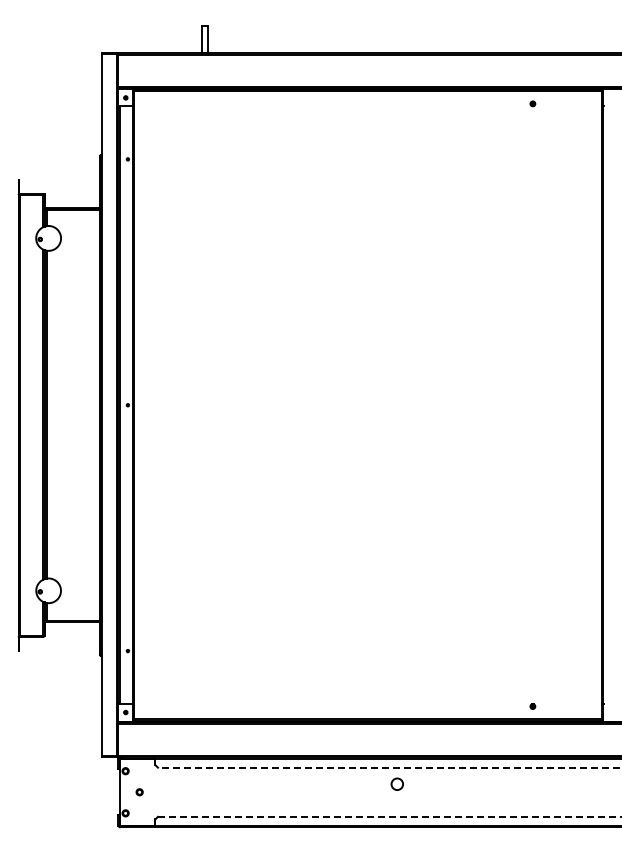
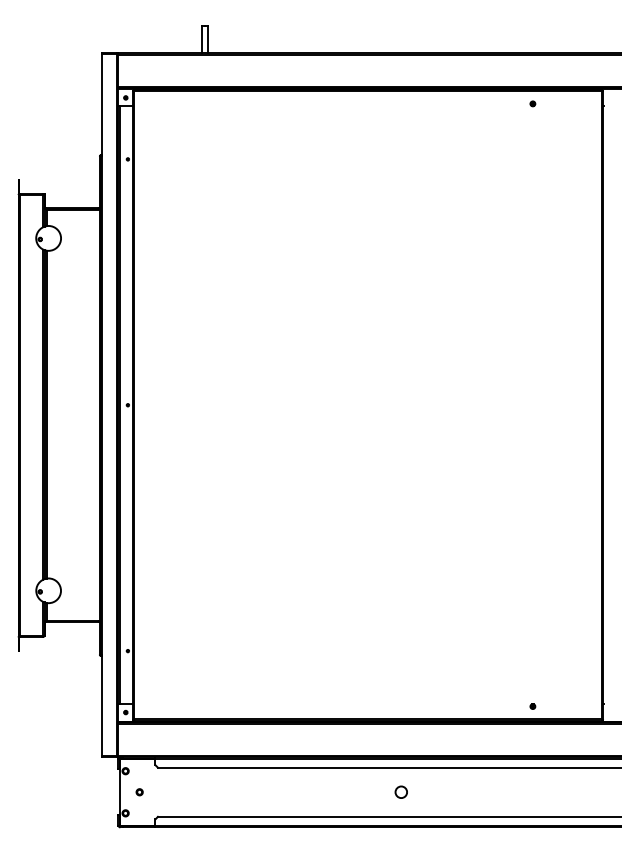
line at (389, 767): dashed -> solid
circle at (396, 783) position: (396, 783) -> (400, 791)
line at (389, 816): dashed -> solid
